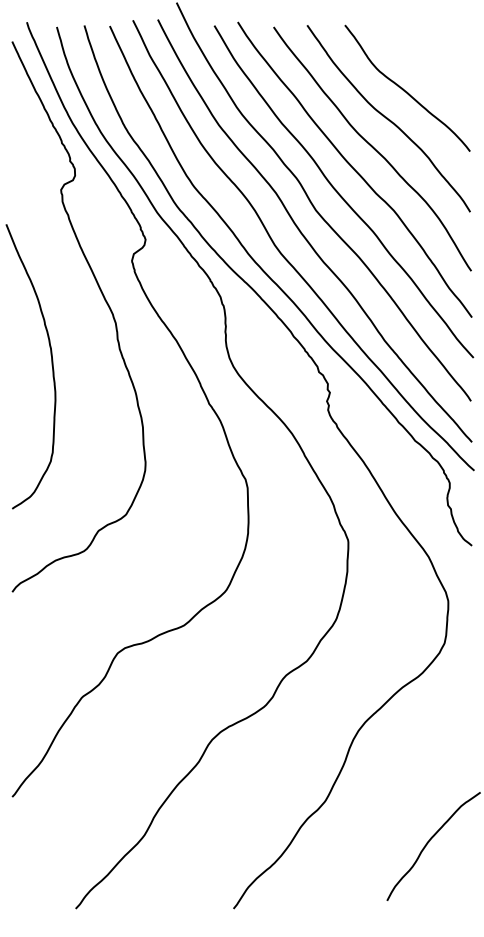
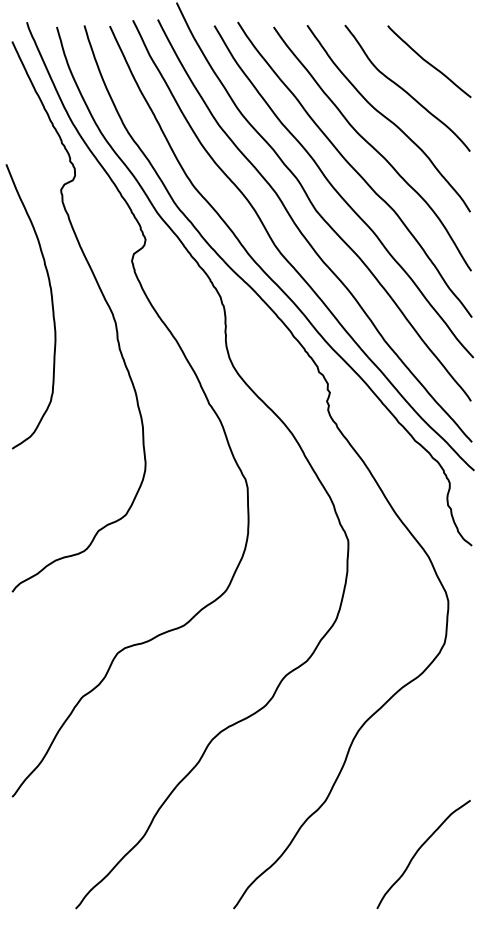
curve at (428, 61): none -> present
curve at (51, 365) position: (51, 365) -> (51, 305)
curve at (429, 842) position: (429, 842) -> (419, 850)
